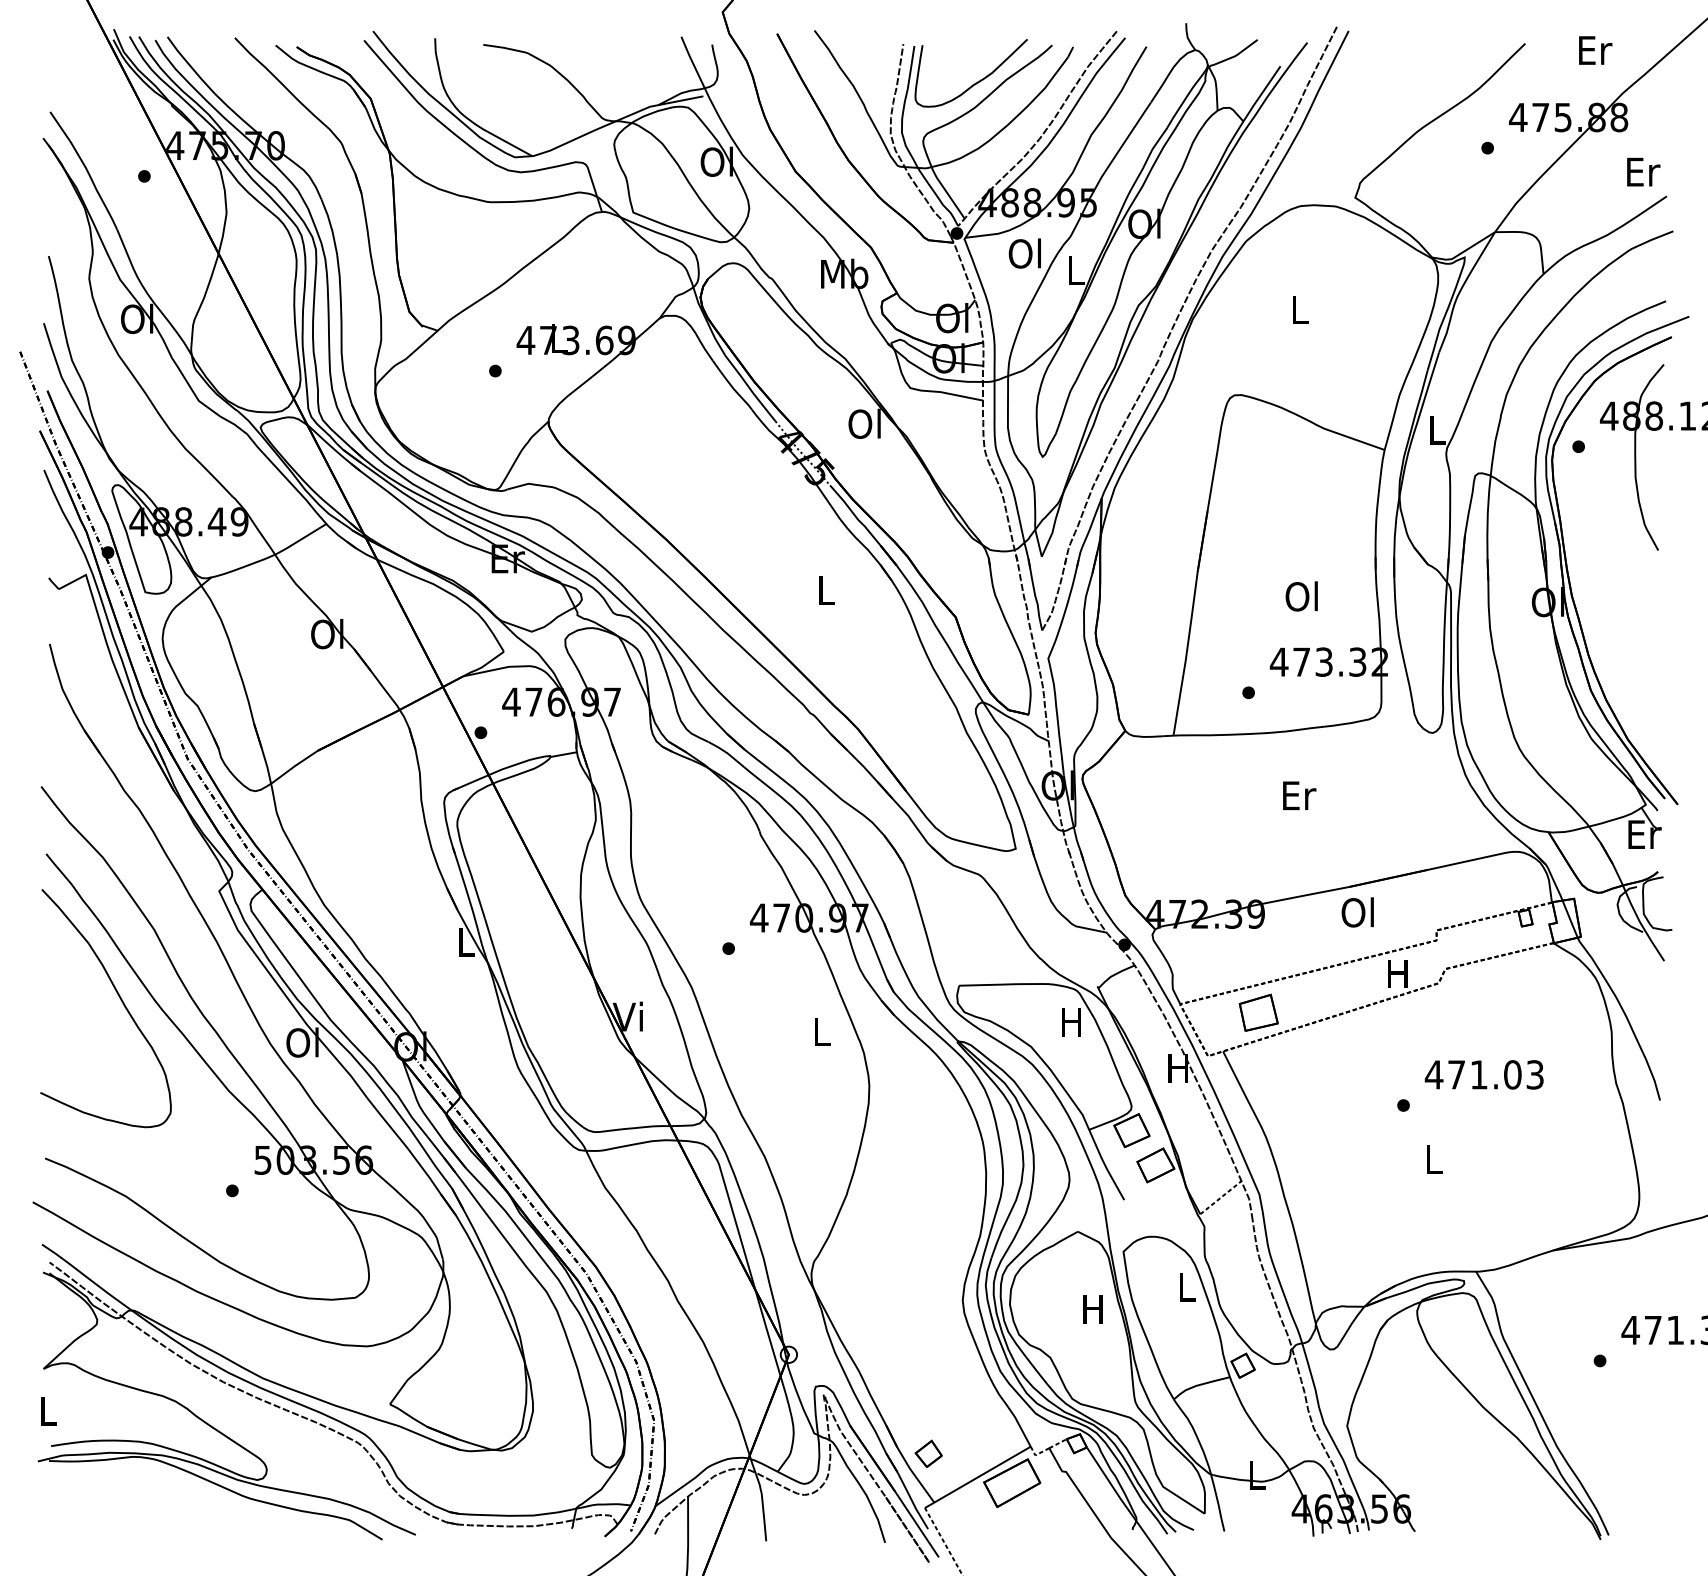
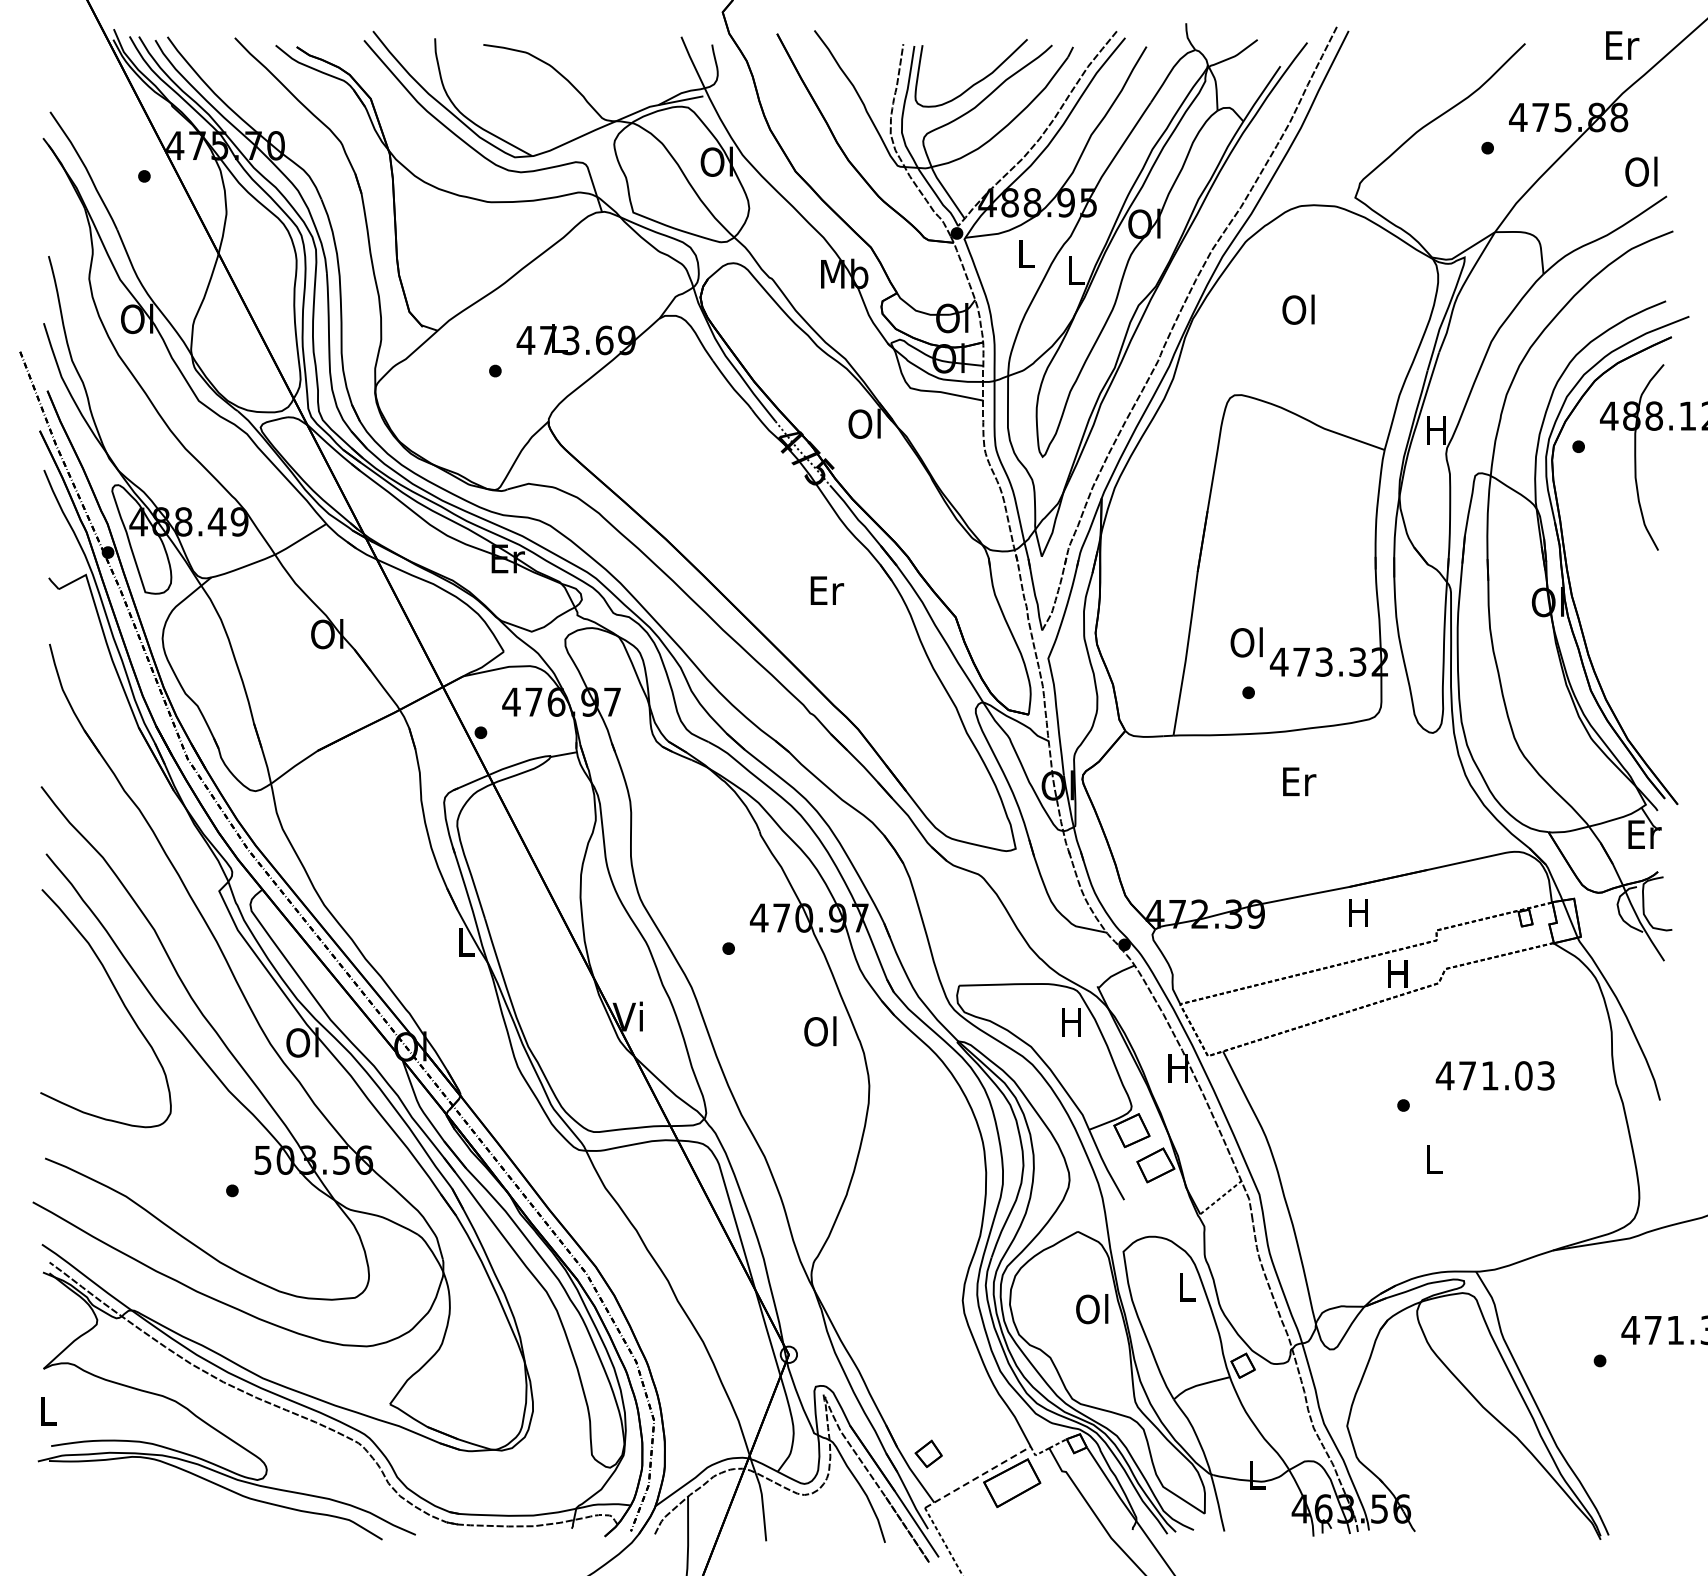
text at (1595, 50) position: (1595, 50) -> (1622, 45)
text at (1642, 171): Er -> Ol
text at (1024, 253): Ol -> L
text at (1298, 309): L -> Ol
text at (1436, 430): L -> H
text at (827, 590): L -> Er
text at (1301, 596) position: (1301, 596) -> (1246, 642)
text at (1299, 795) position: (1299, 795) -> (1299, 781)
text at (1357, 912): Ol -> H
part at (1258, 1012): present -> none
text at (820, 1031): L -> Ol
text at (1483, 1074) position: (1483, 1074) -> (1494, 1075)
text at (1092, 1309): H -> Ol
line at (978, 1477): solid -> dashed
